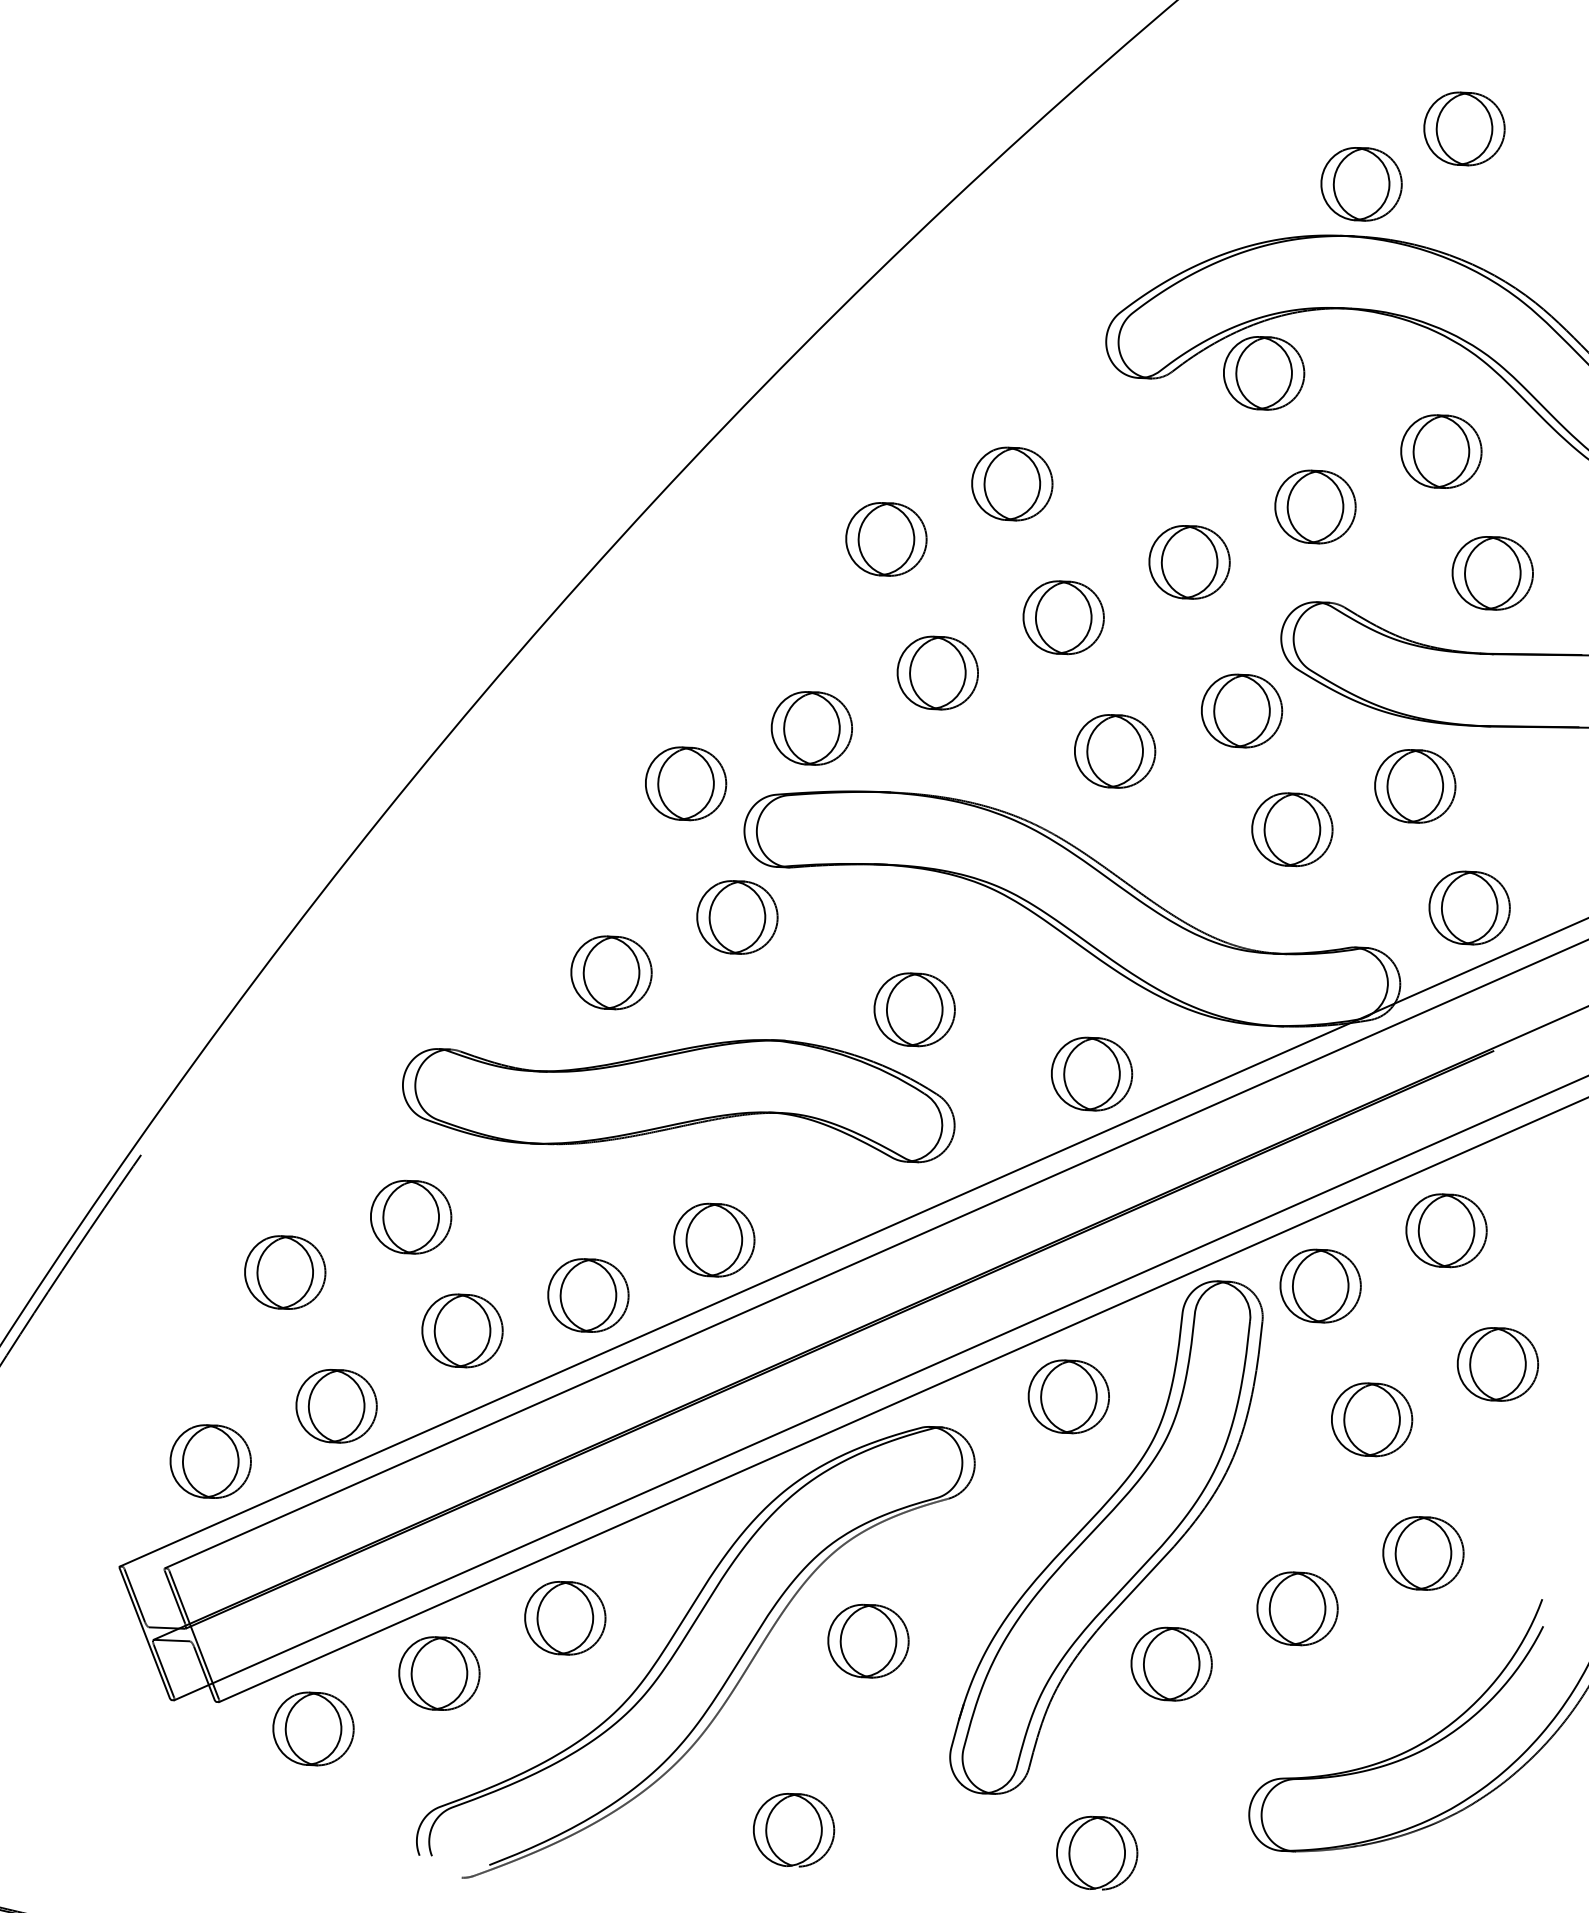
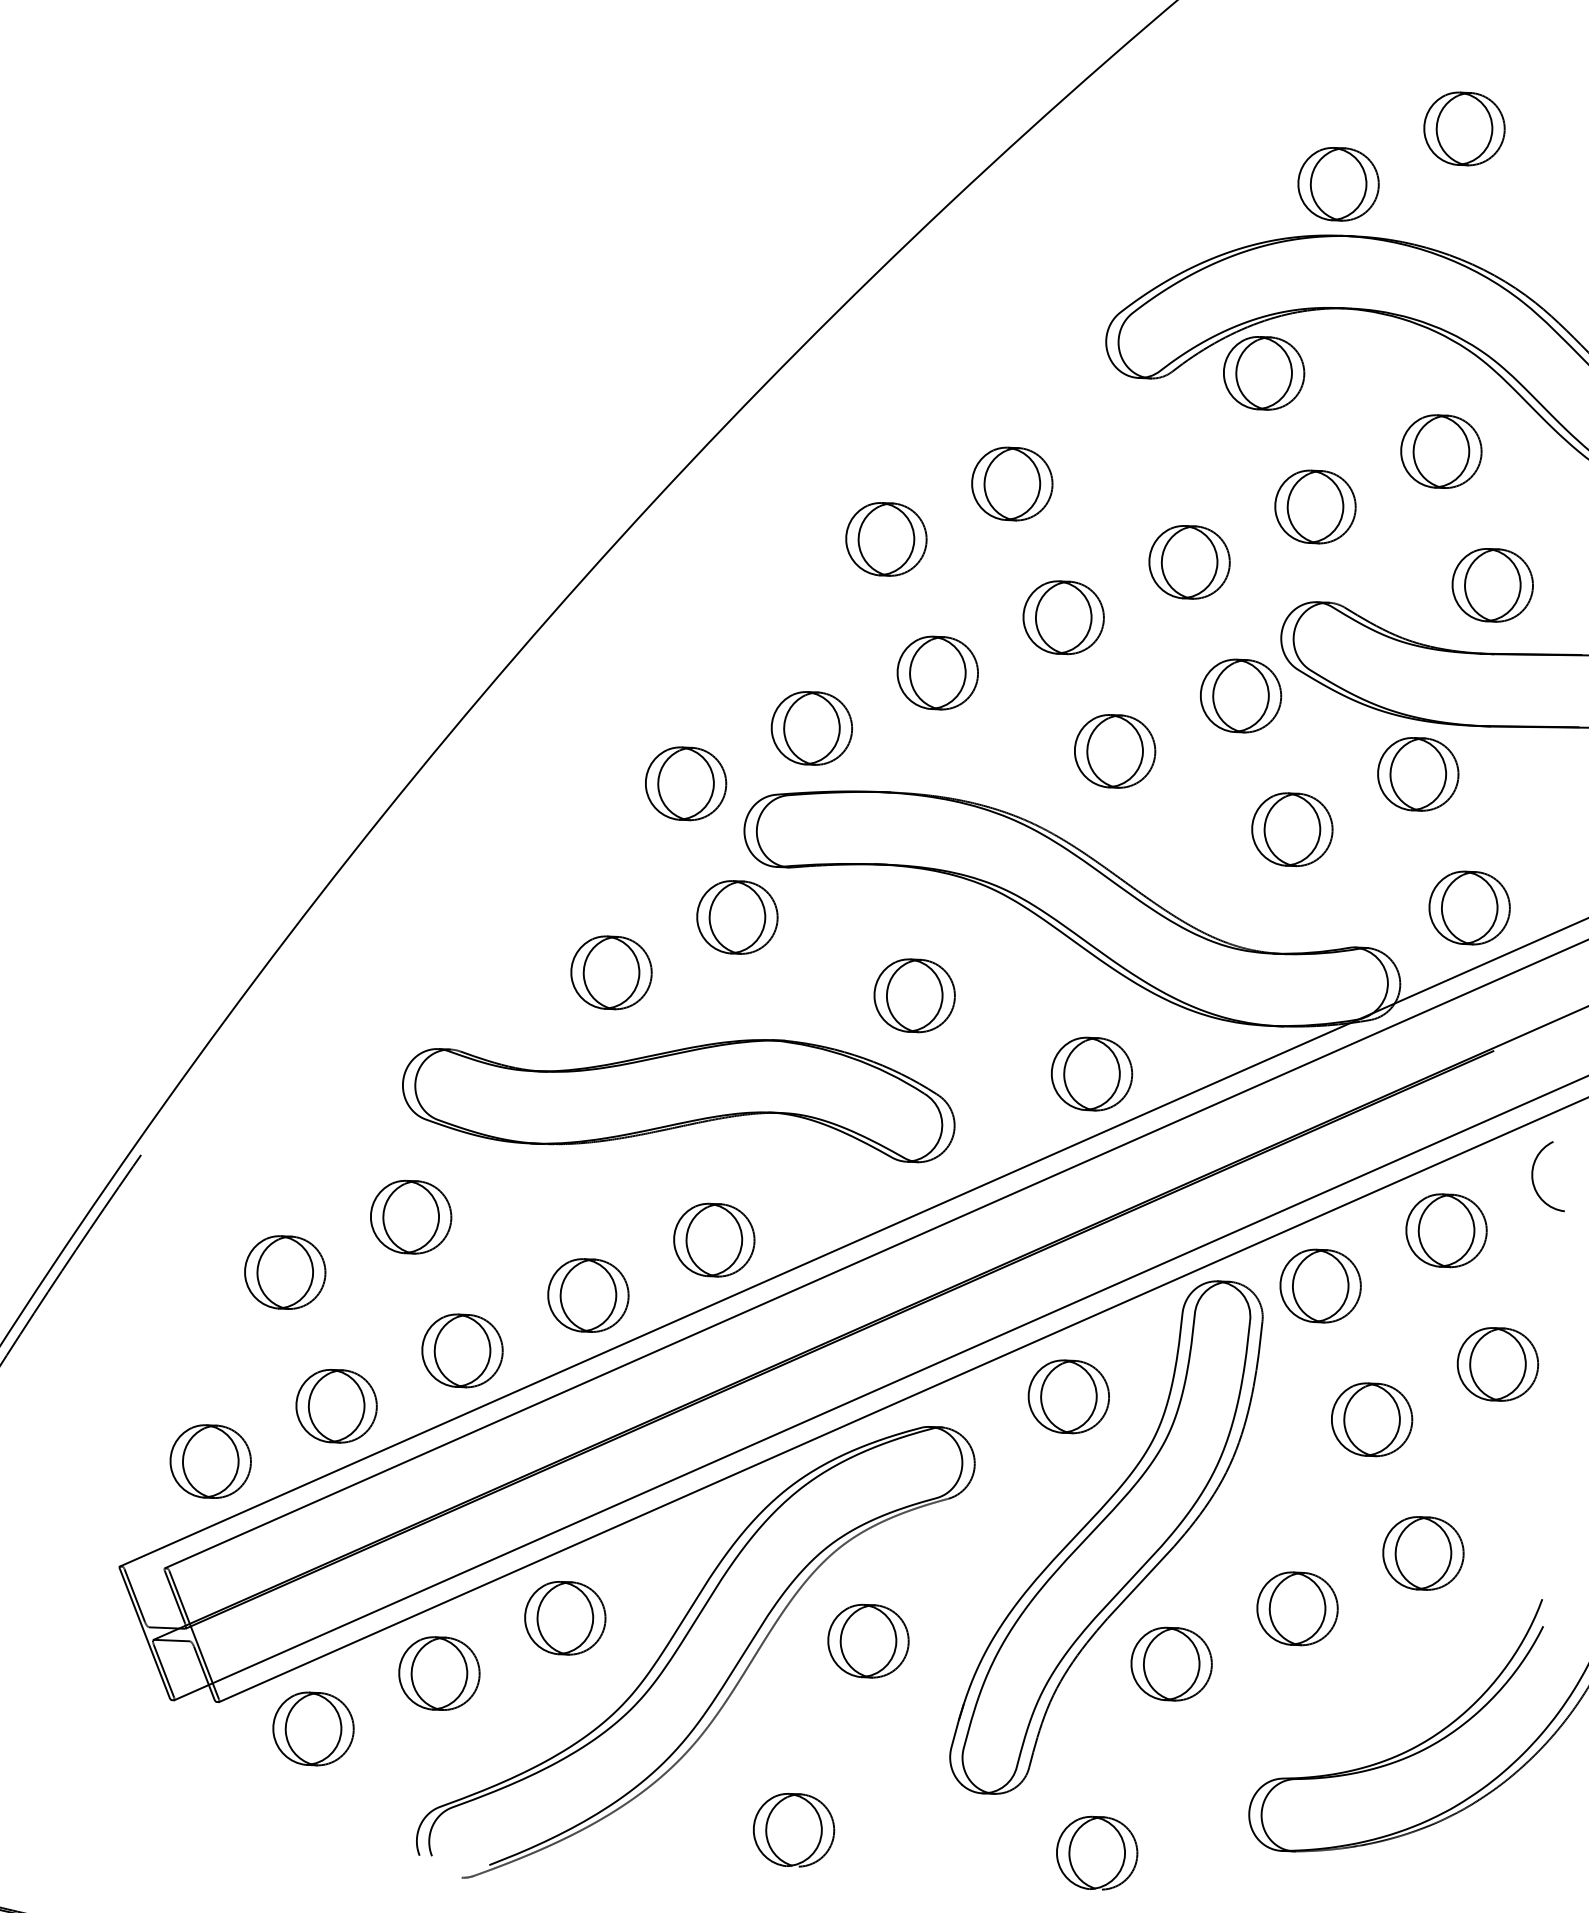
part at (1361, 184) position: (1361, 184) -> (1338, 184)
part at (1492, 573) position: (1492, 573) -> (1492, 585)
part at (1242, 710) position: (1242, 710) -> (1241, 695)
part at (1415, 786) position: (1415, 786) -> (1418, 774)
part at (914, 1009) position: (914, 1009) -> (914, 995)
arc at (1533, 1176): none -> present
part at (462, 1330) position: (462, 1330) -> (462, 1350)
